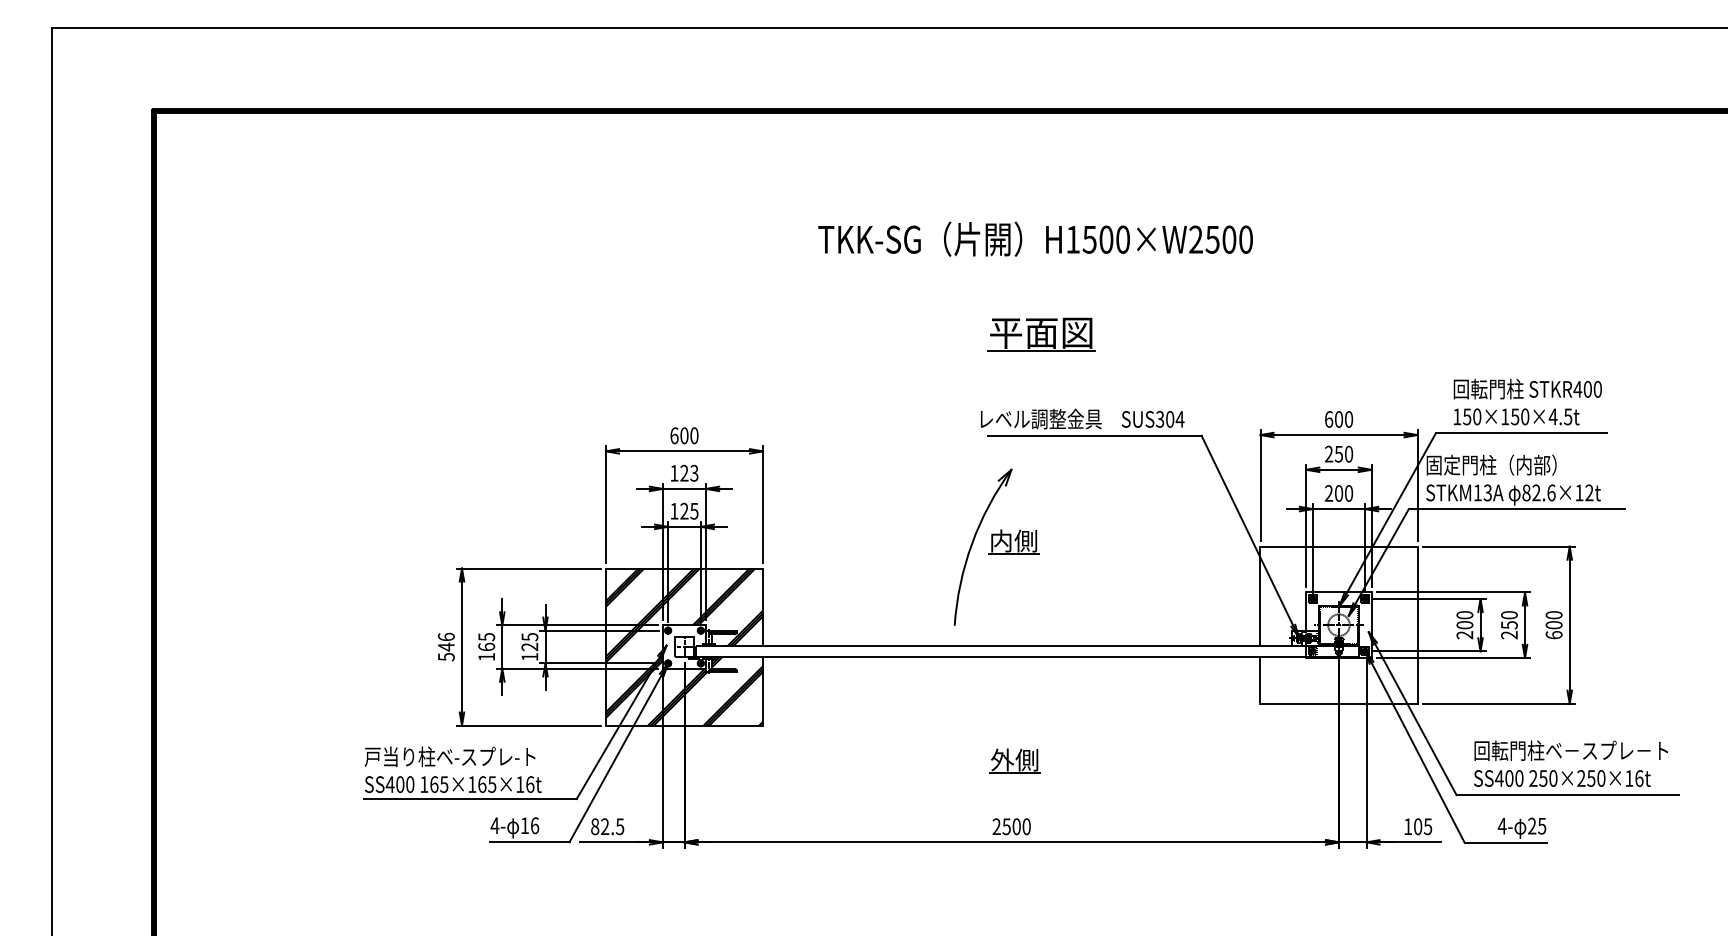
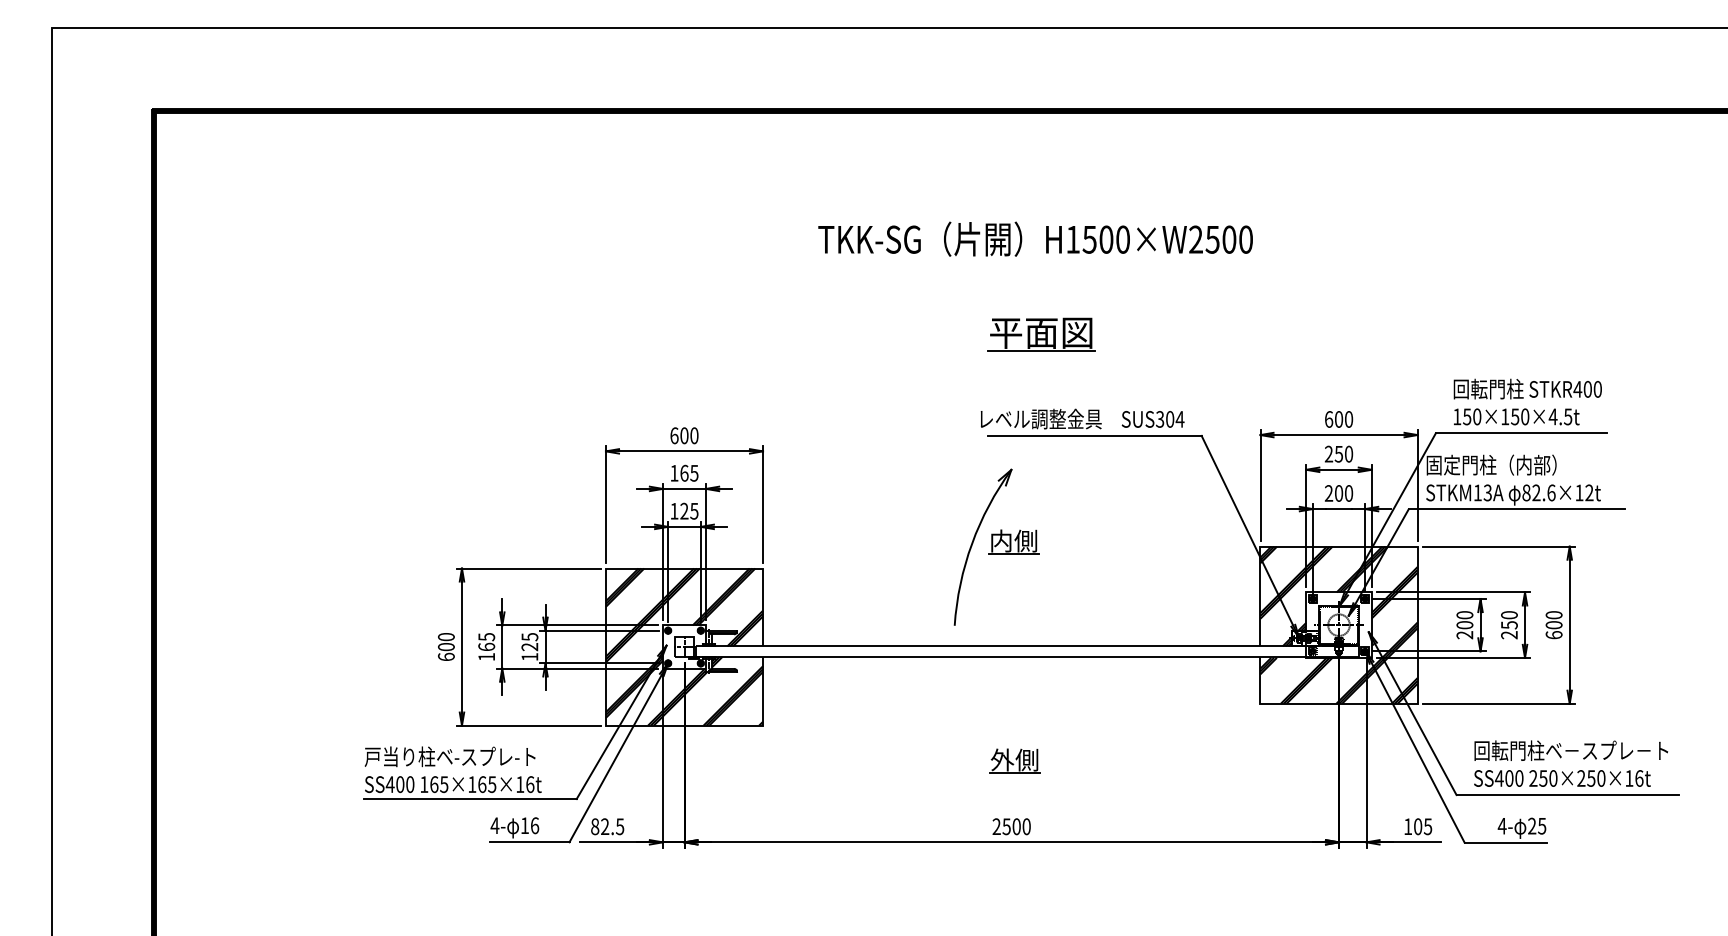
text at (689, 472): 123 -> 165
hatch at (1338, 624): none -> present
text at (446, 646): 546 -> 600
